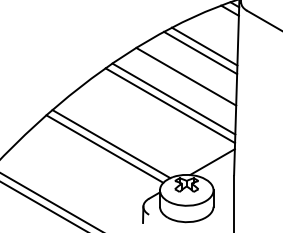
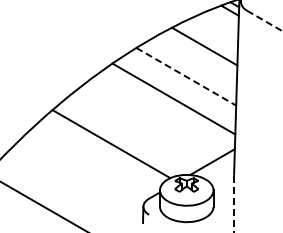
line at (265, 21): solid -> dashed
line at (200, 52): present -> none
line at (186, 76): solid -> dashed
line at (170, 105): present -> none
line at (104, 148): present -> none
line at (50, 201): present -> none
line at (234, 204): solid -> dashed
